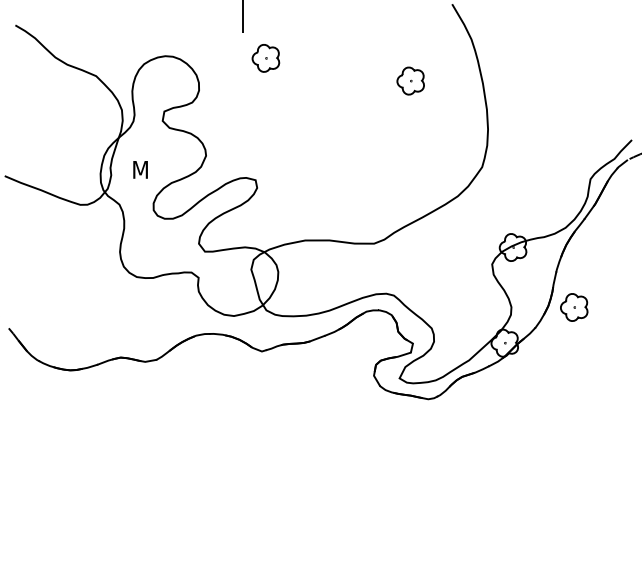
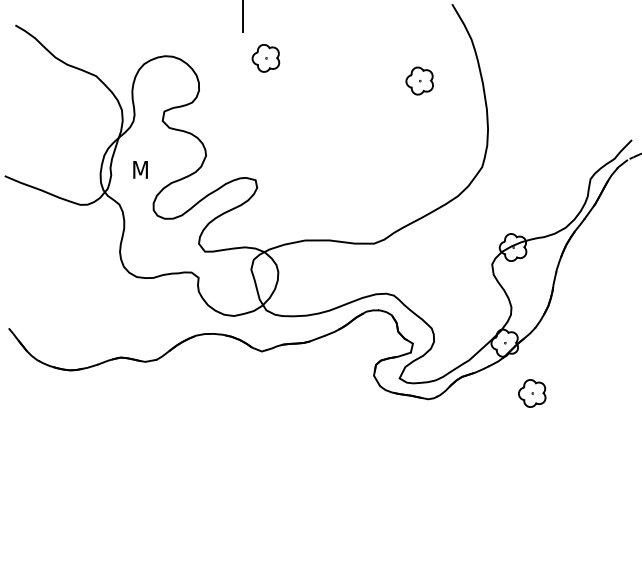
part at (410, 80) position: (410, 80) -> (419, 80)
part at (574, 307) position: (574, 307) -> (532, 393)
